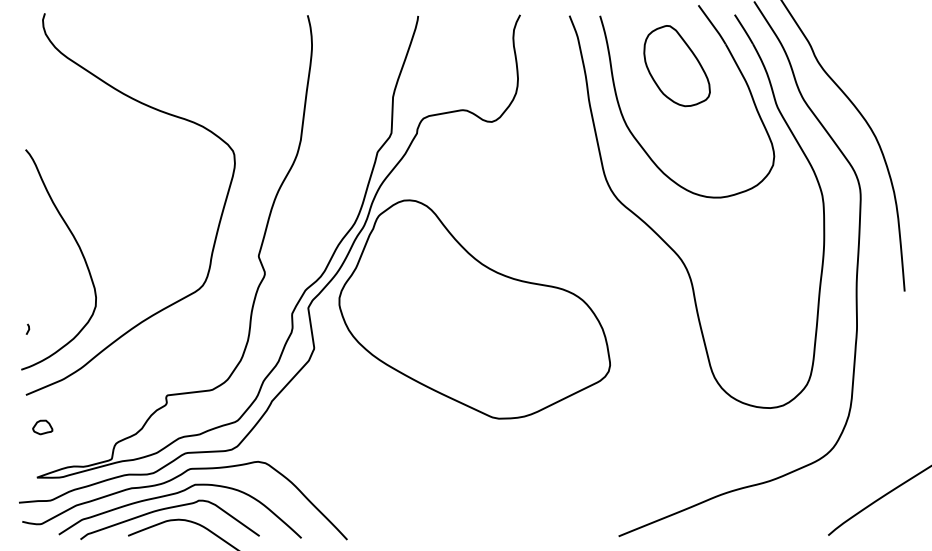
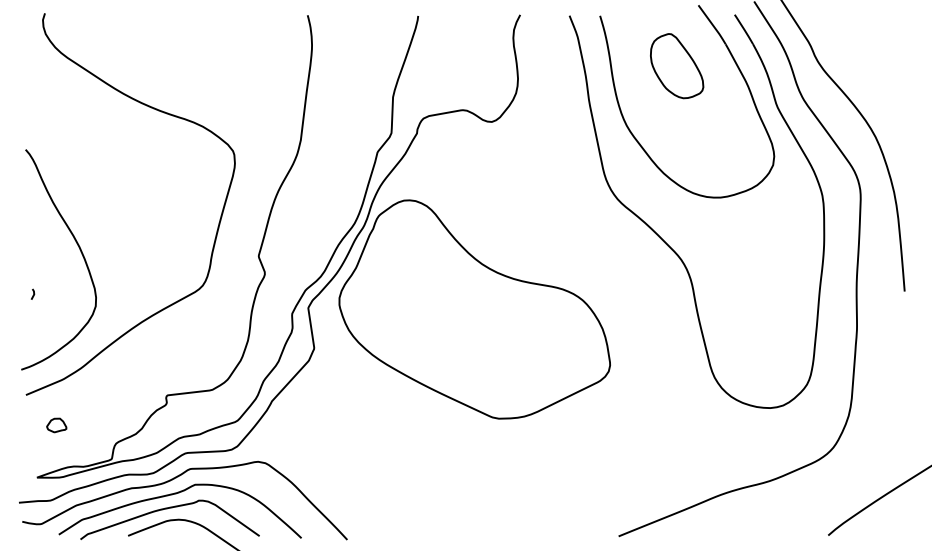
part at (676, 66) size: 68x83 px -> 55x67 px
line at (28, 328) position: (28, 328) -> (33, 293)
part at (42, 427) position: (42, 427) -> (56, 425)
